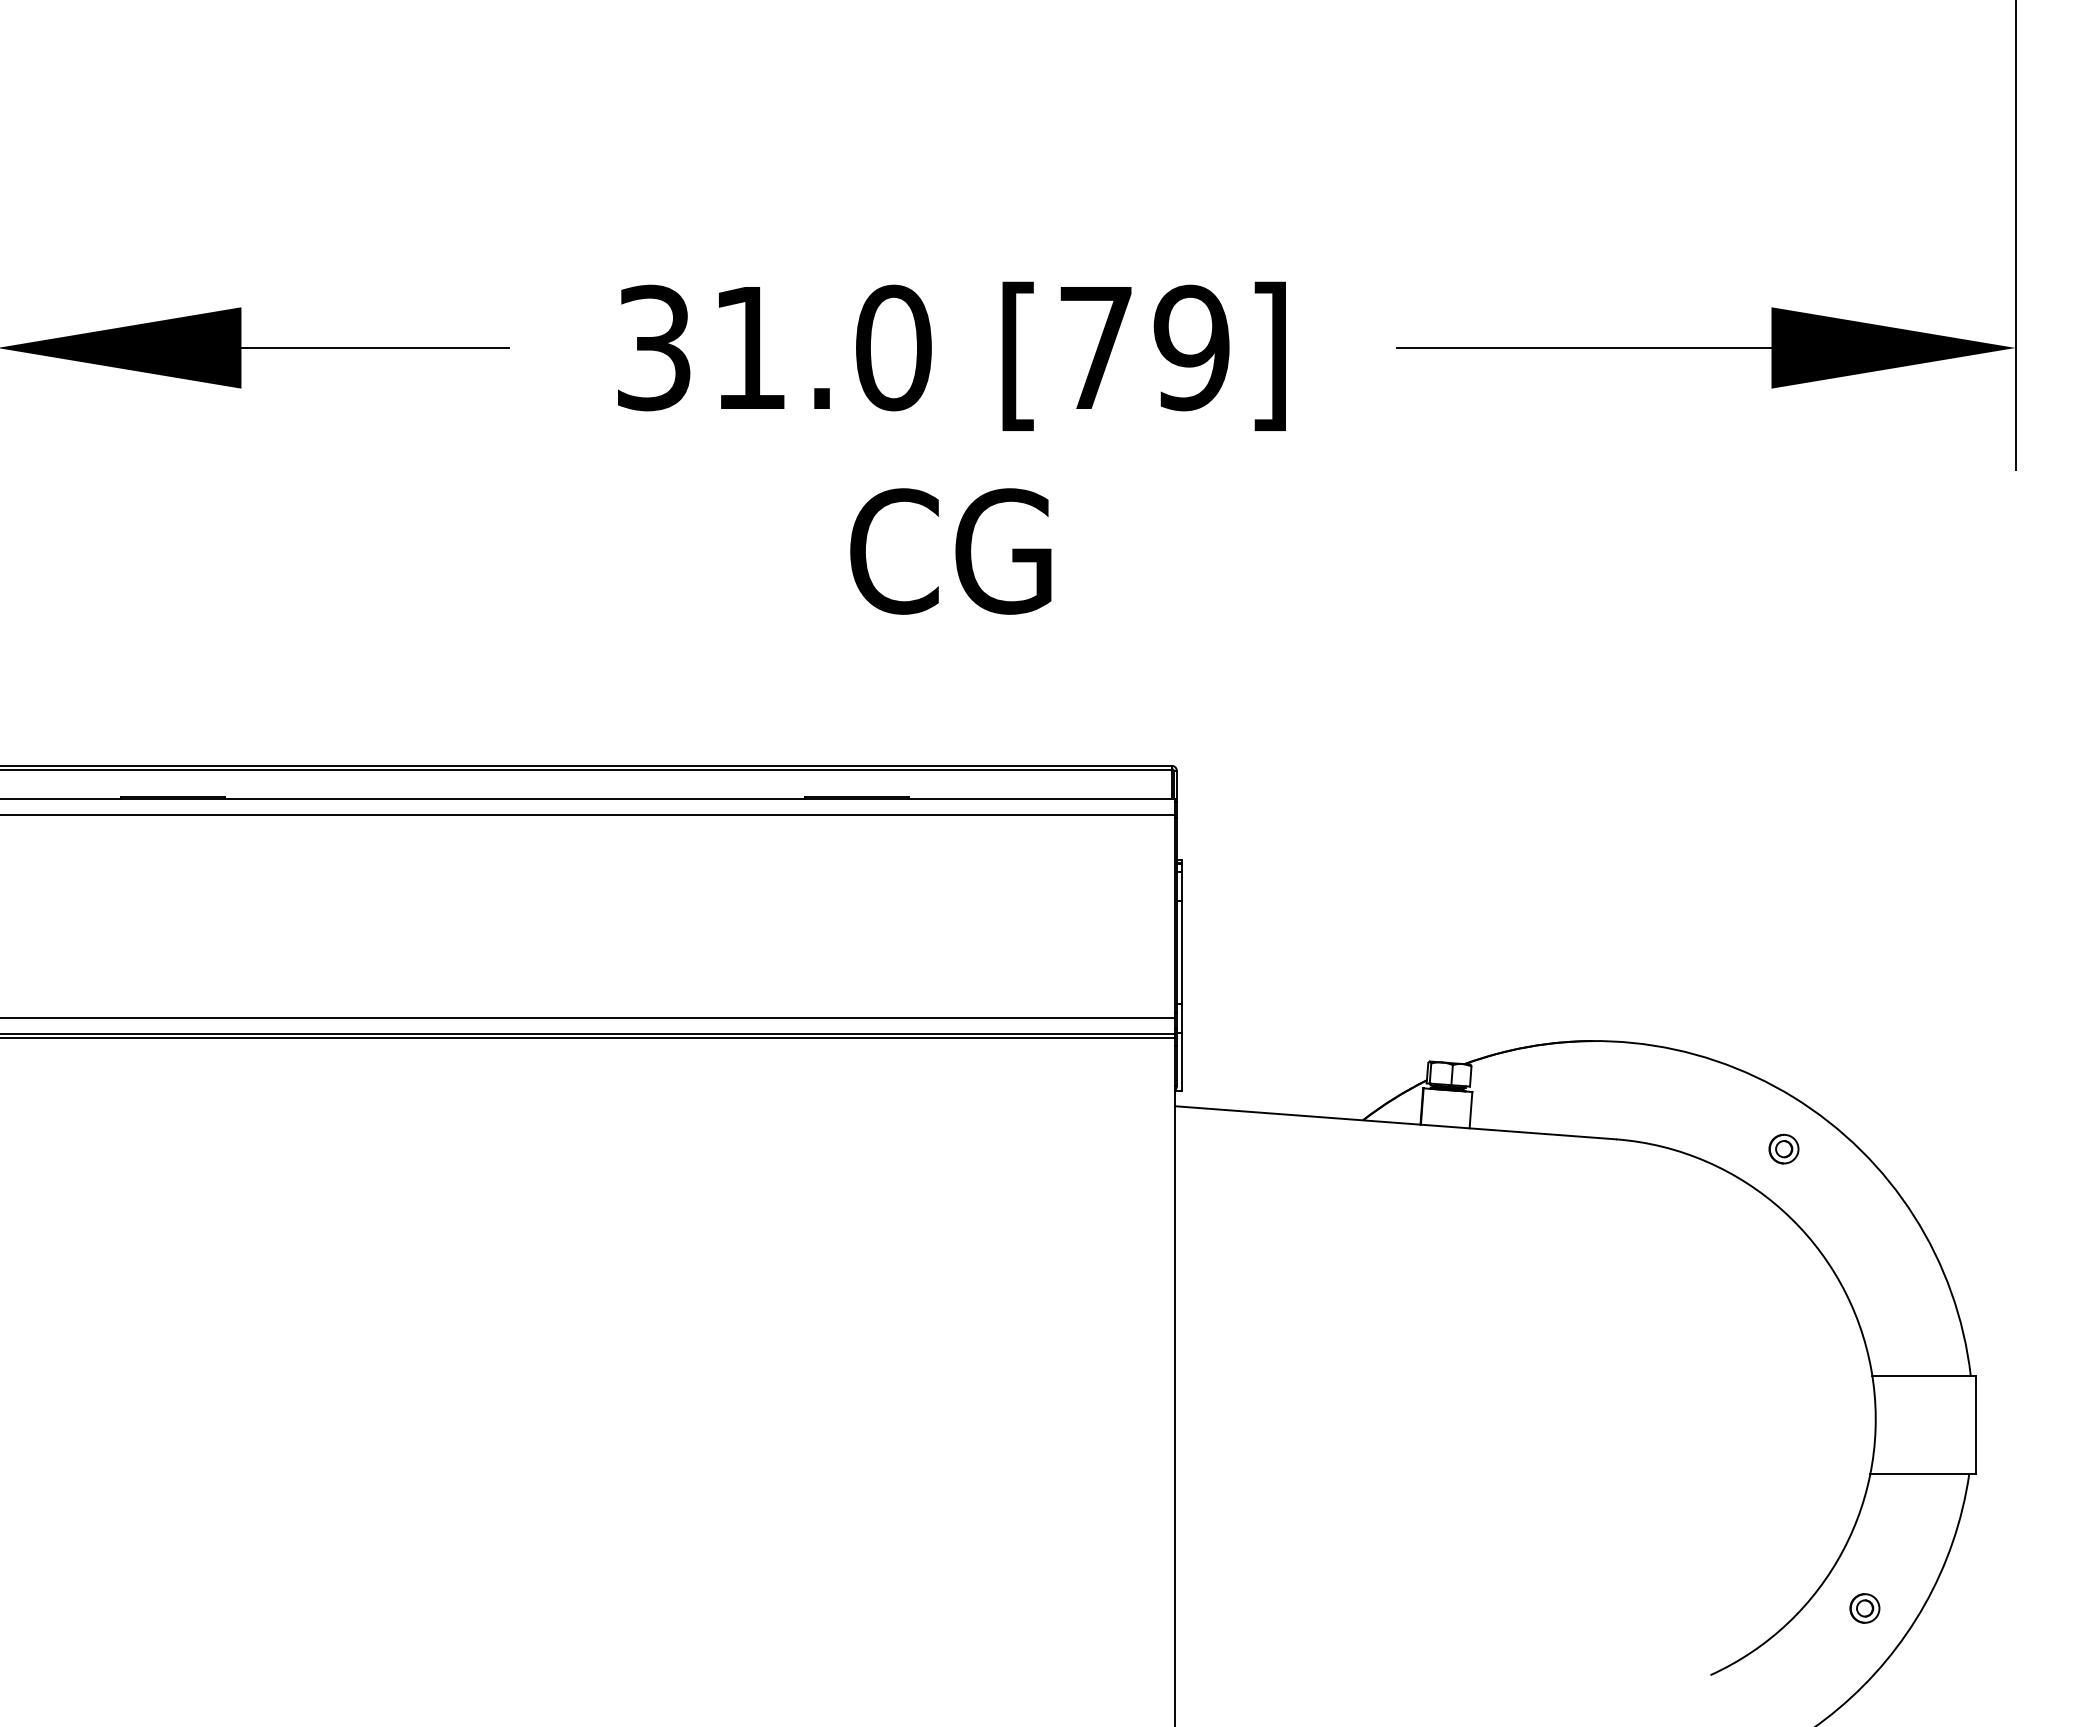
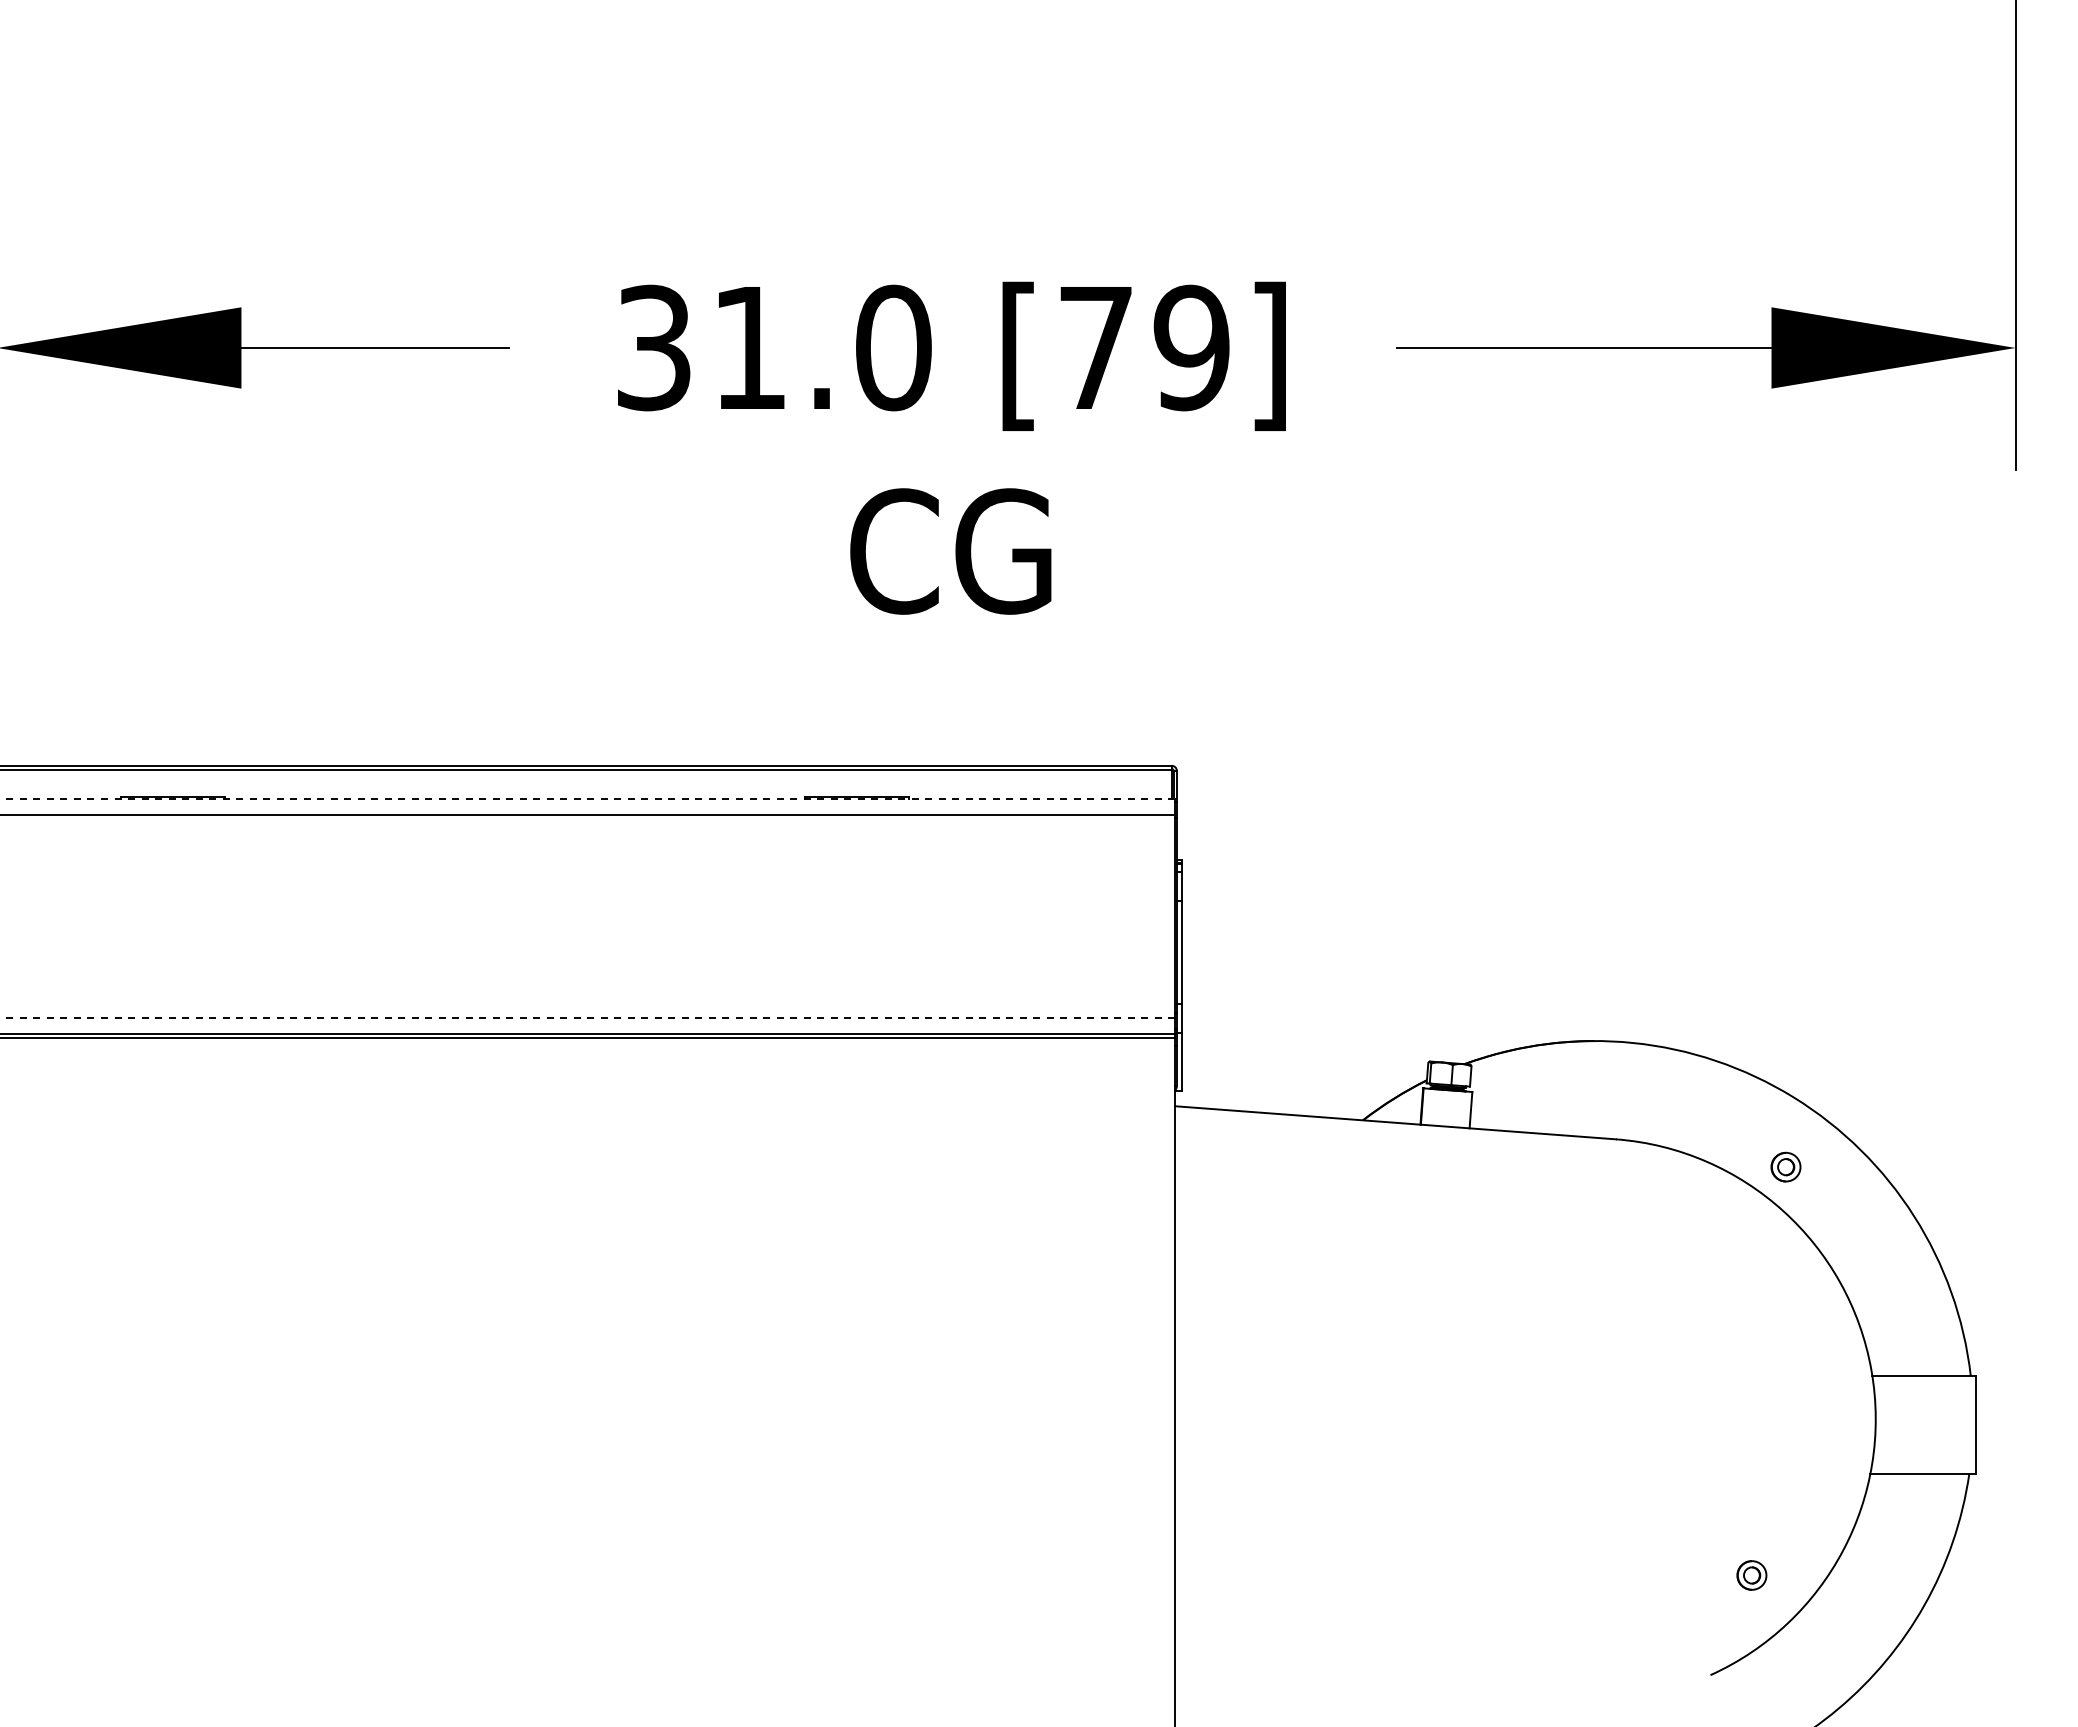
line at (587, 799): solid -> dashed
line at (587, 1018): solid -> dashed
part at (1783, 1148) position: (1783, 1148) -> (1785, 1166)
part at (1864, 1608) position: (1864, 1608) -> (1751, 1575)
